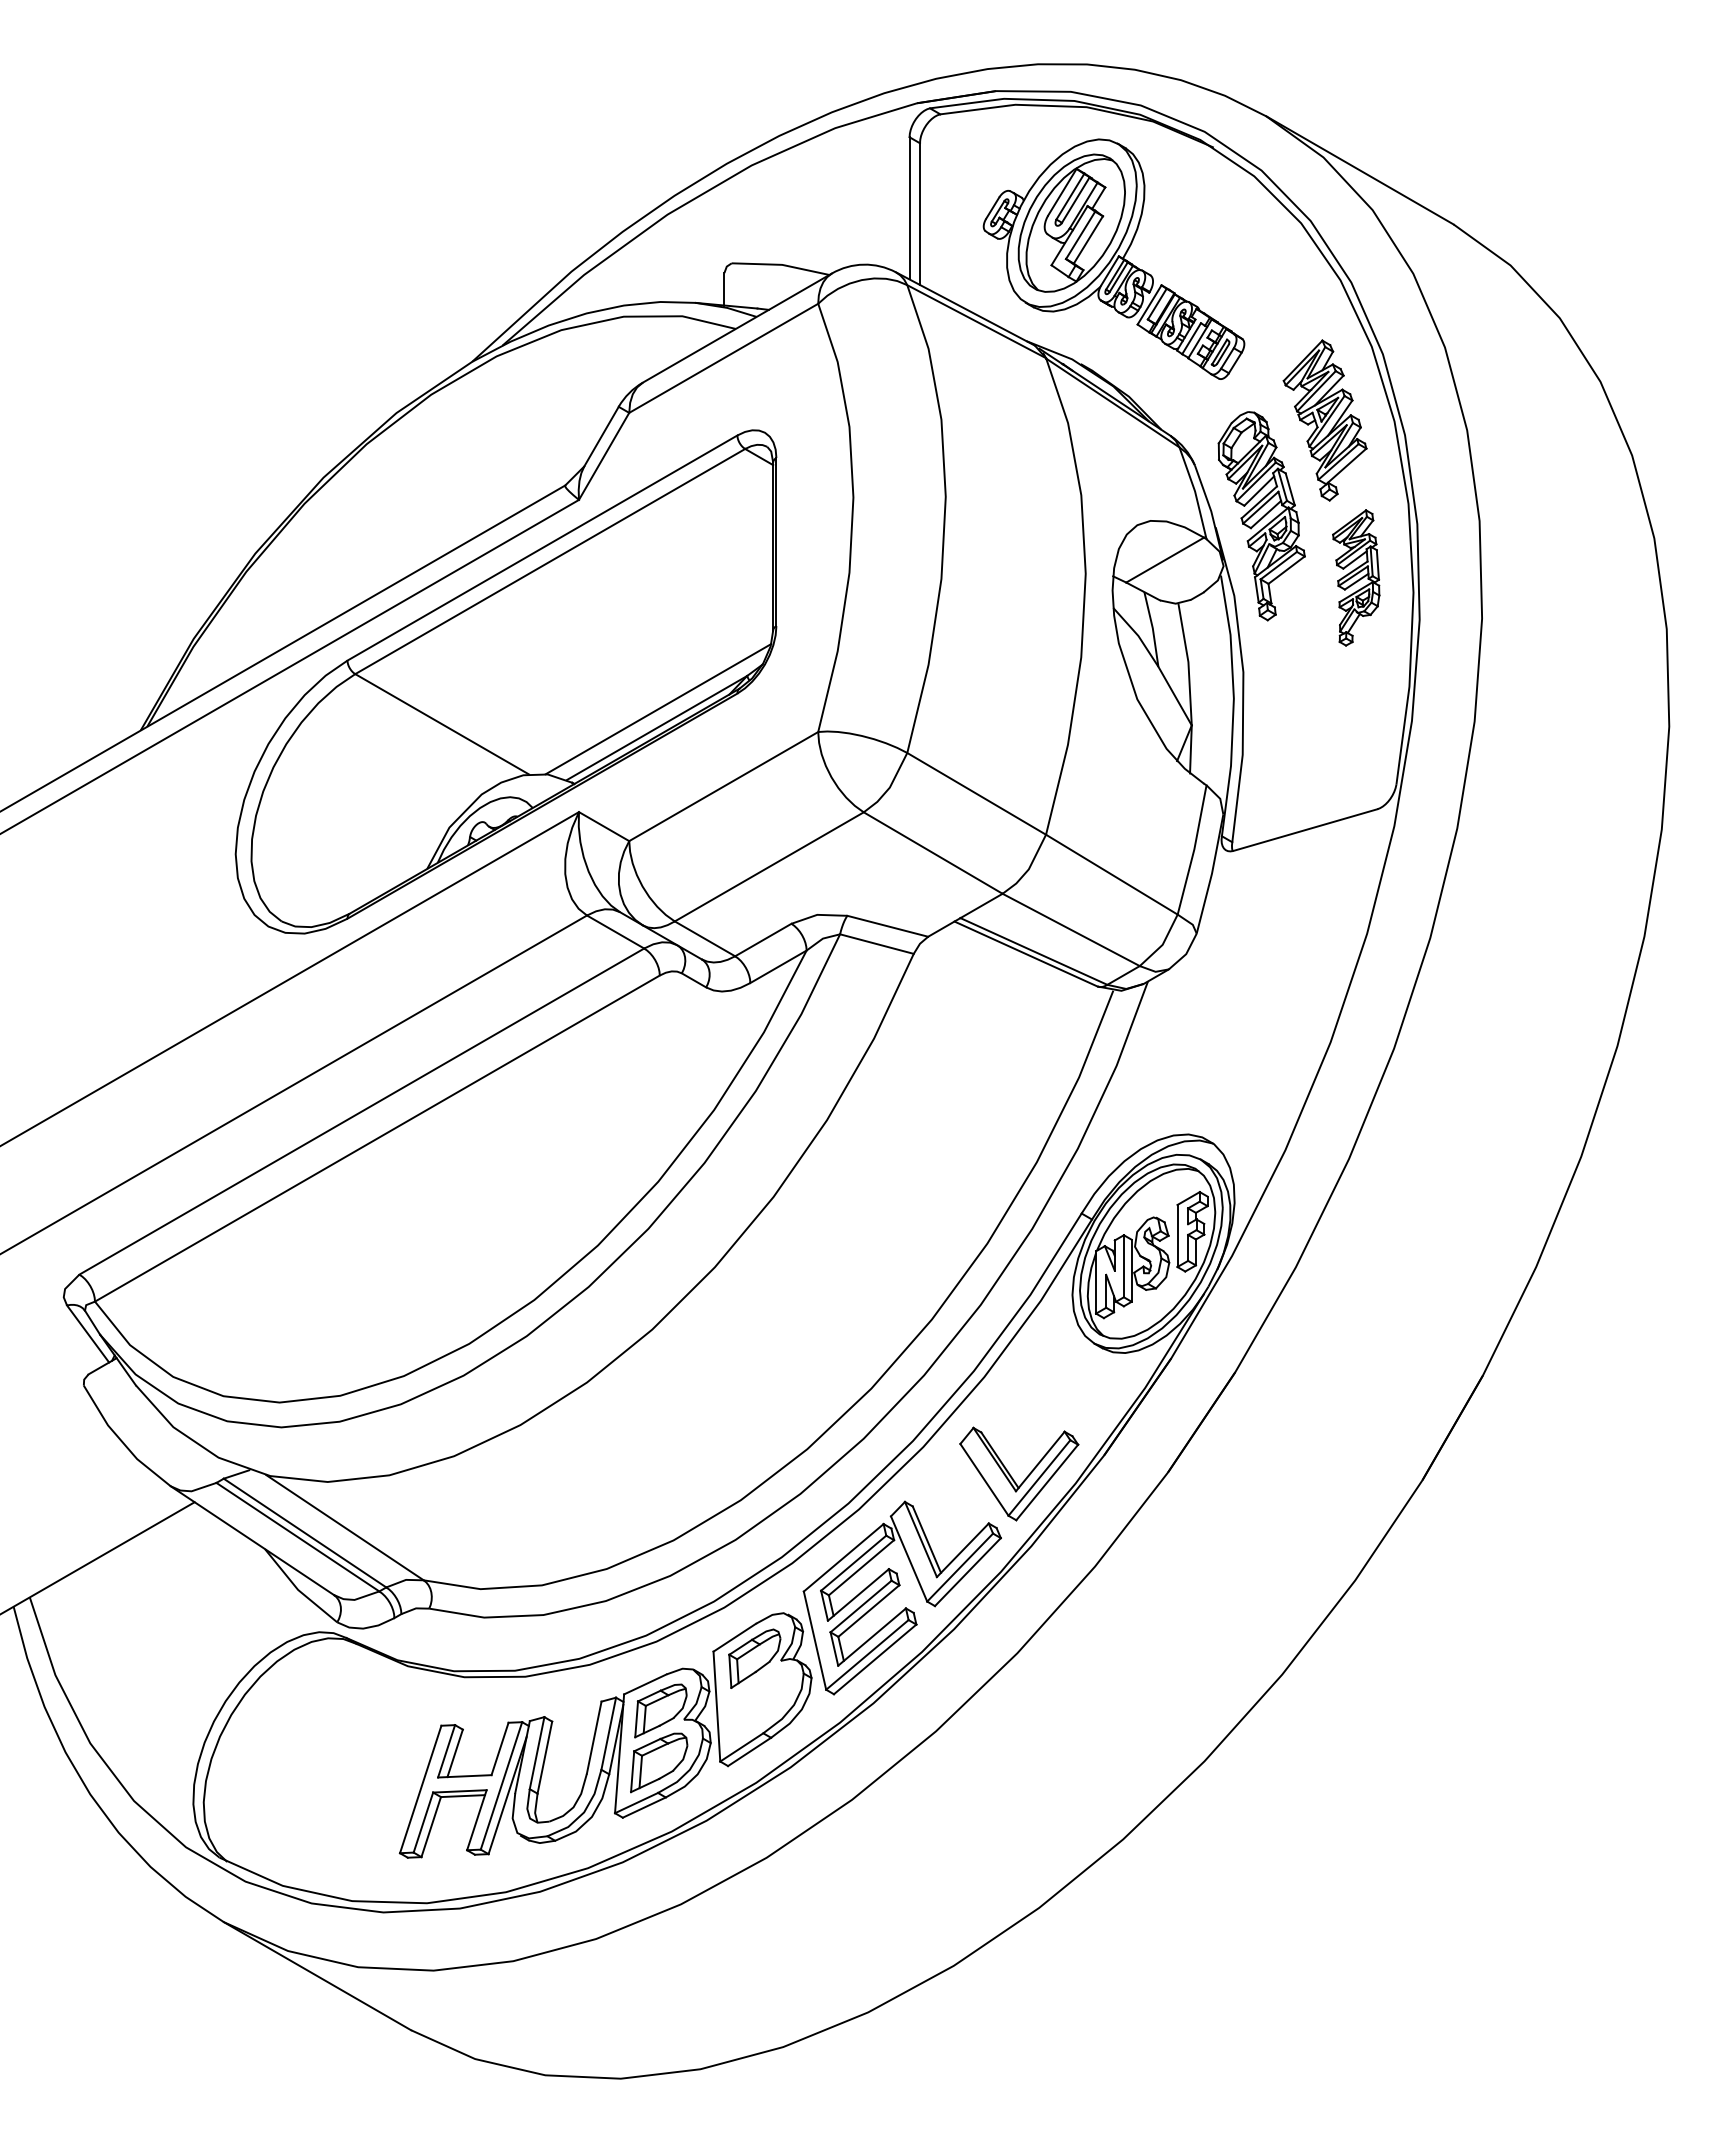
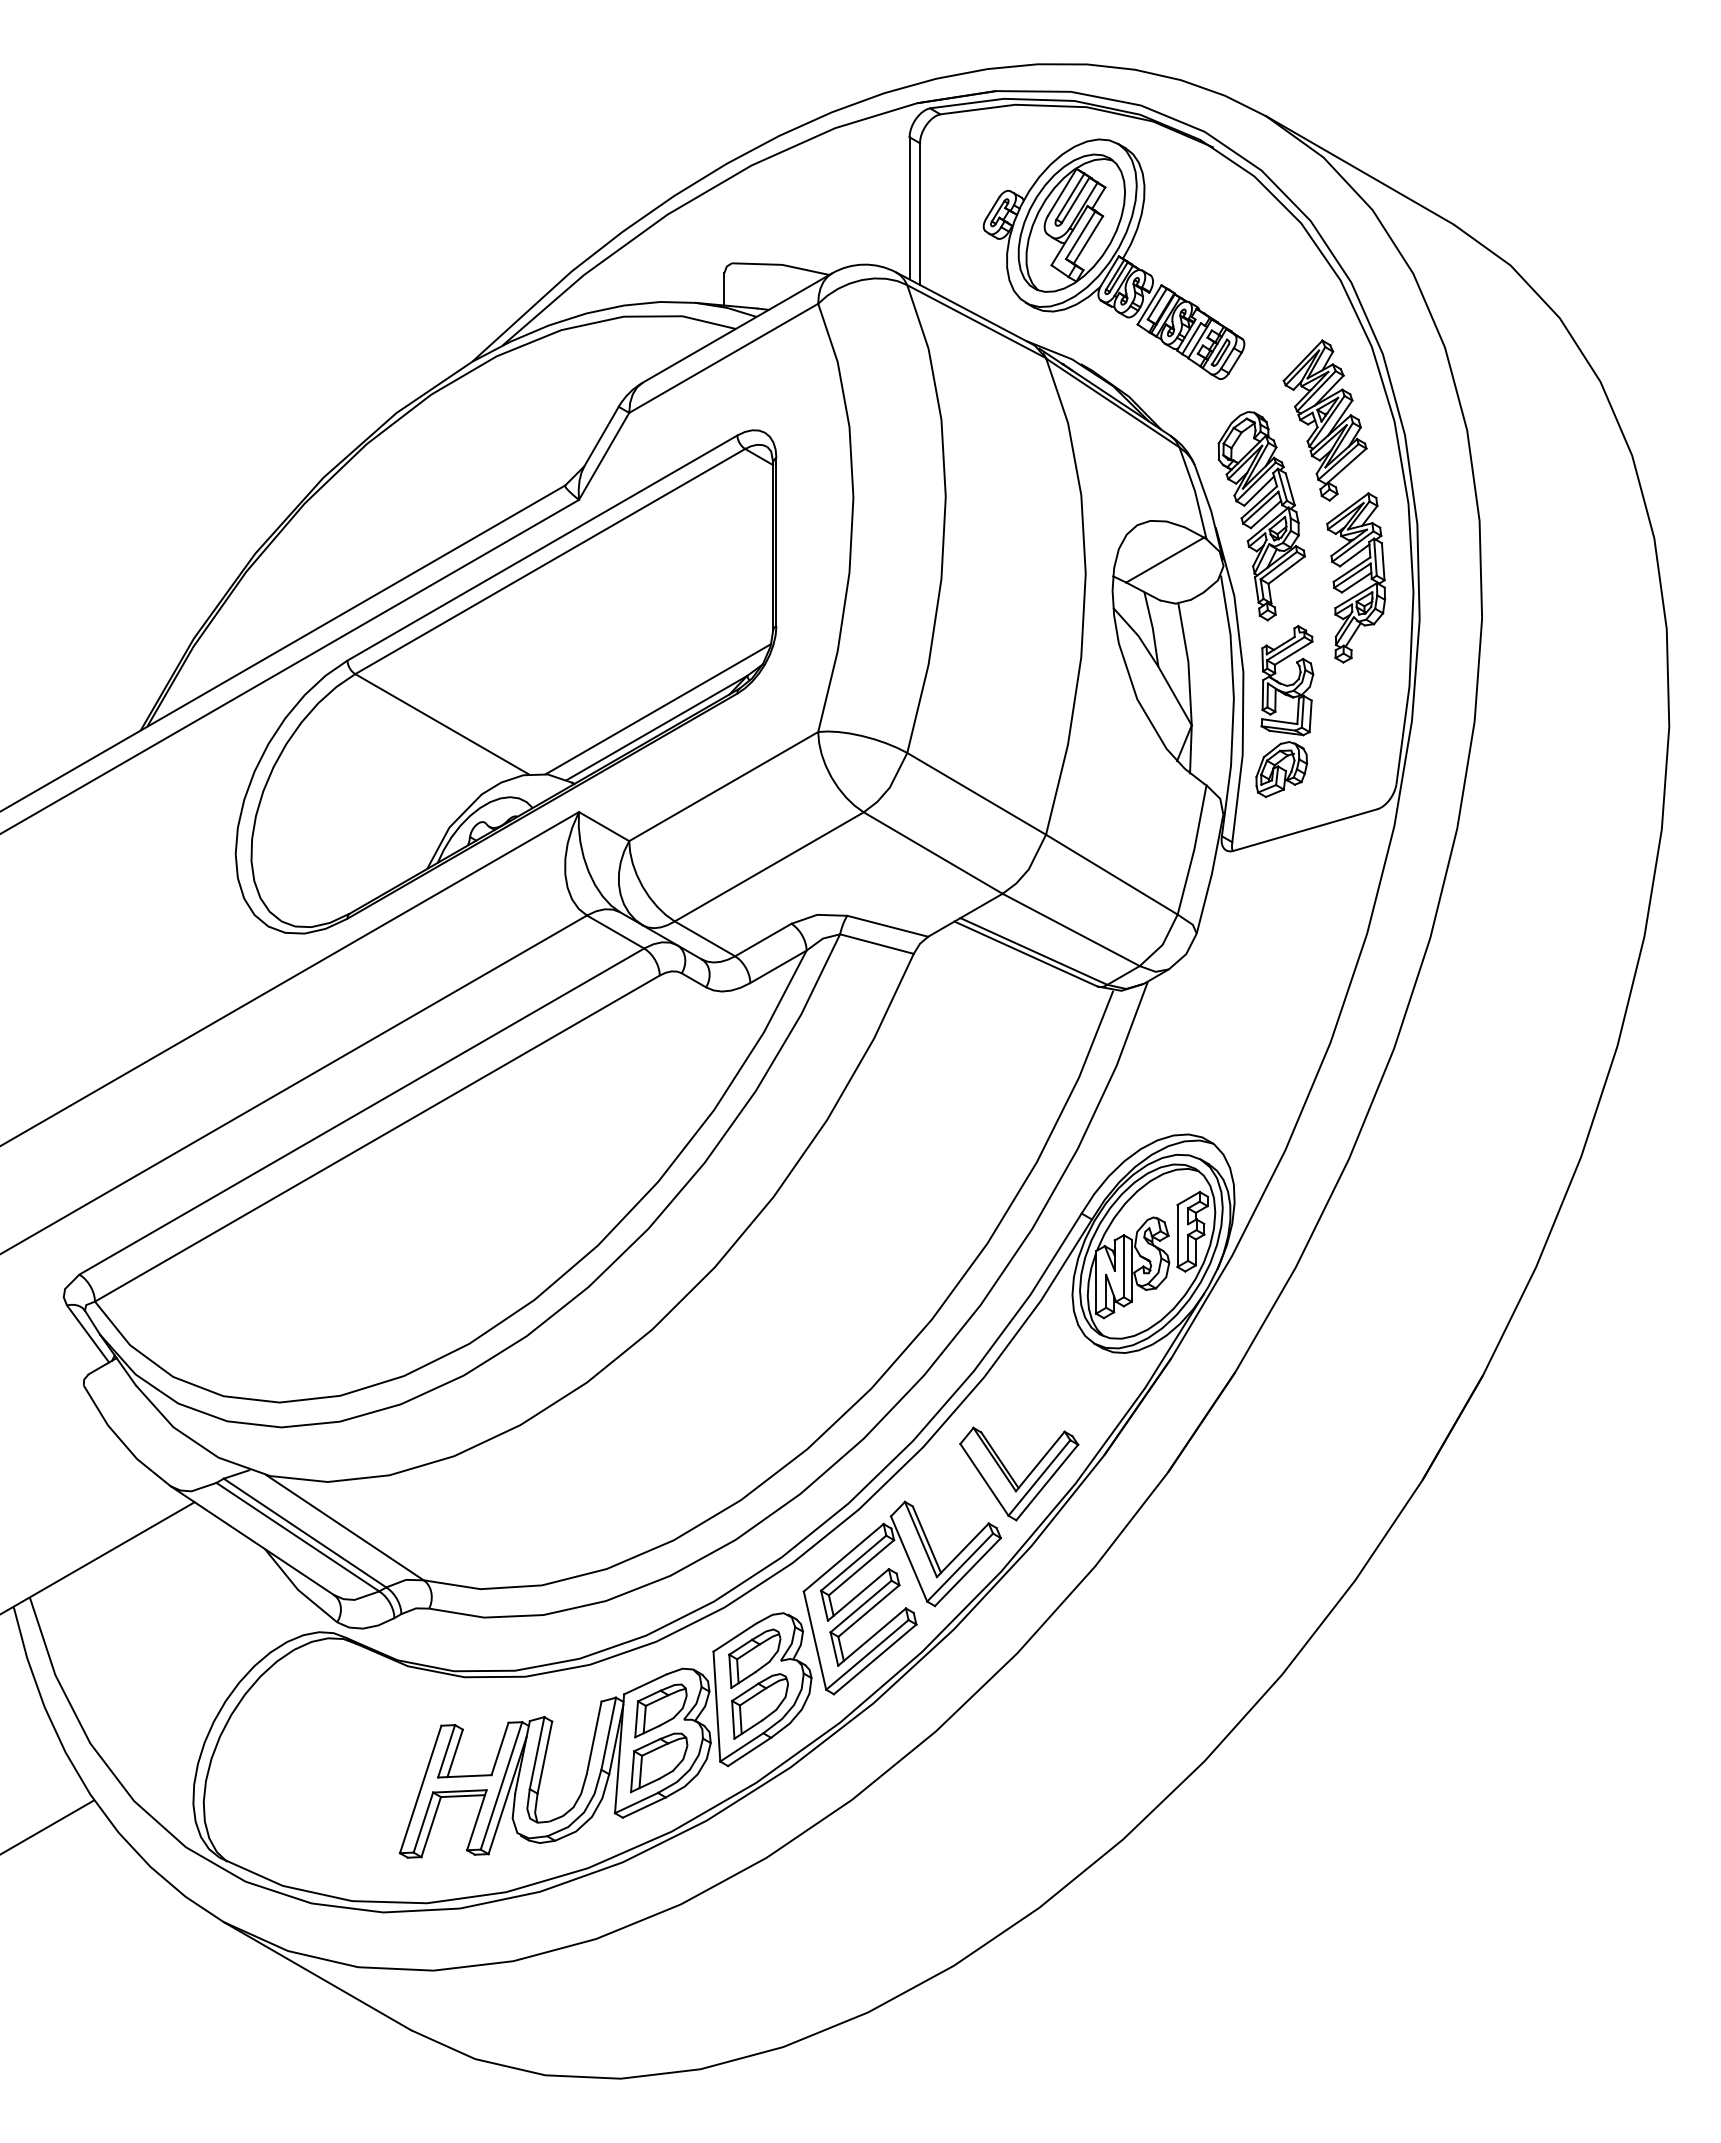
part at (1356, 577) size: 49x138 px -> 61x172 px
part at (1276, 711): none -> present
part at (759, 1706): none -> present
line at (48, 1826): none -> present
